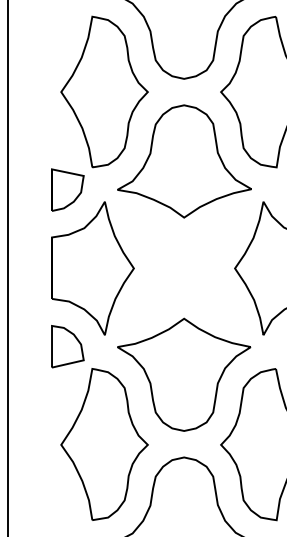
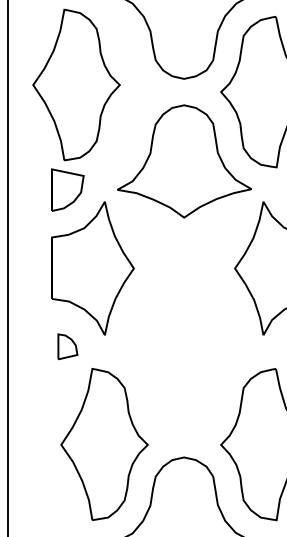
part at (104, 91) position: (104, 91) -> (76, 84)
part at (67, 346) size: 34x44 px -> 22x27 px
part at (184, 374): present -> none
